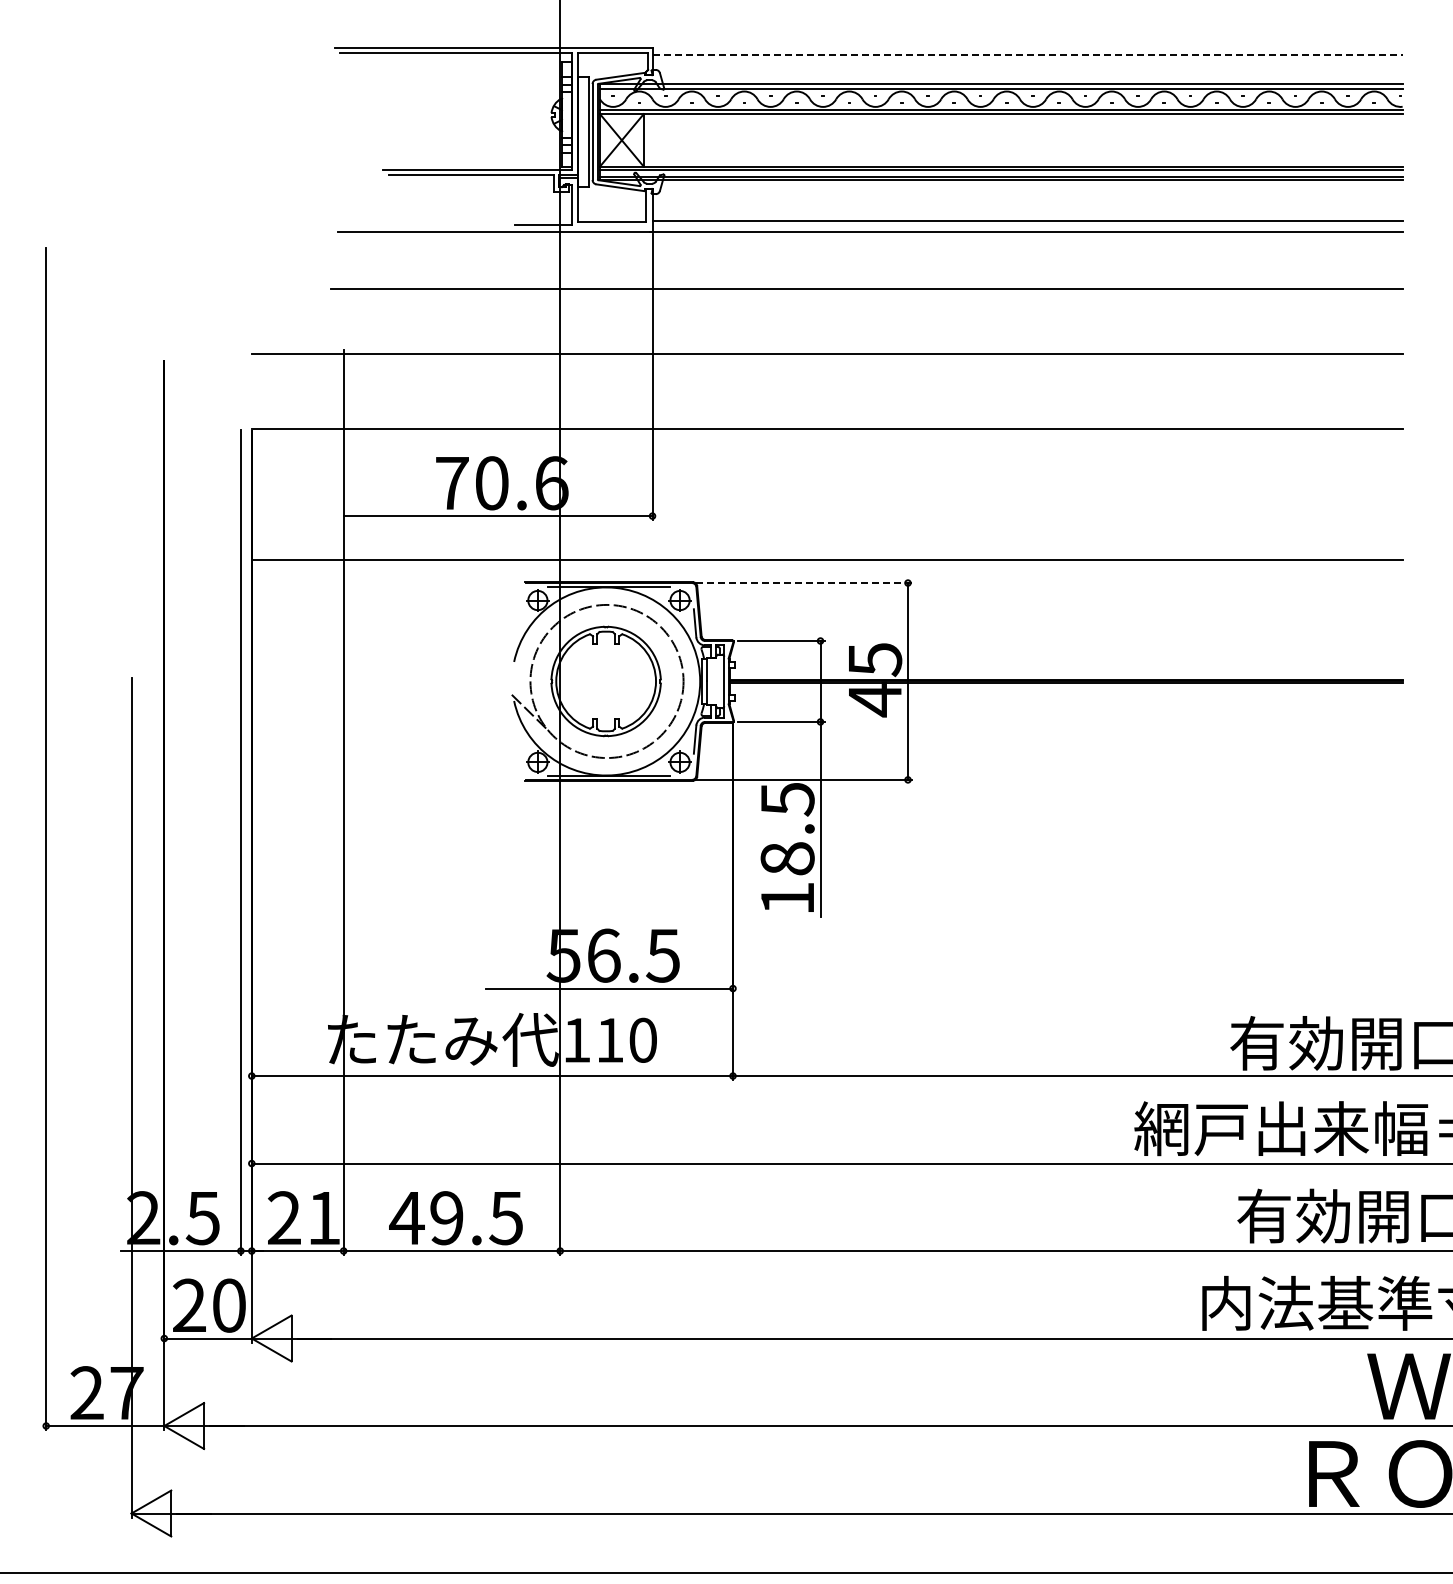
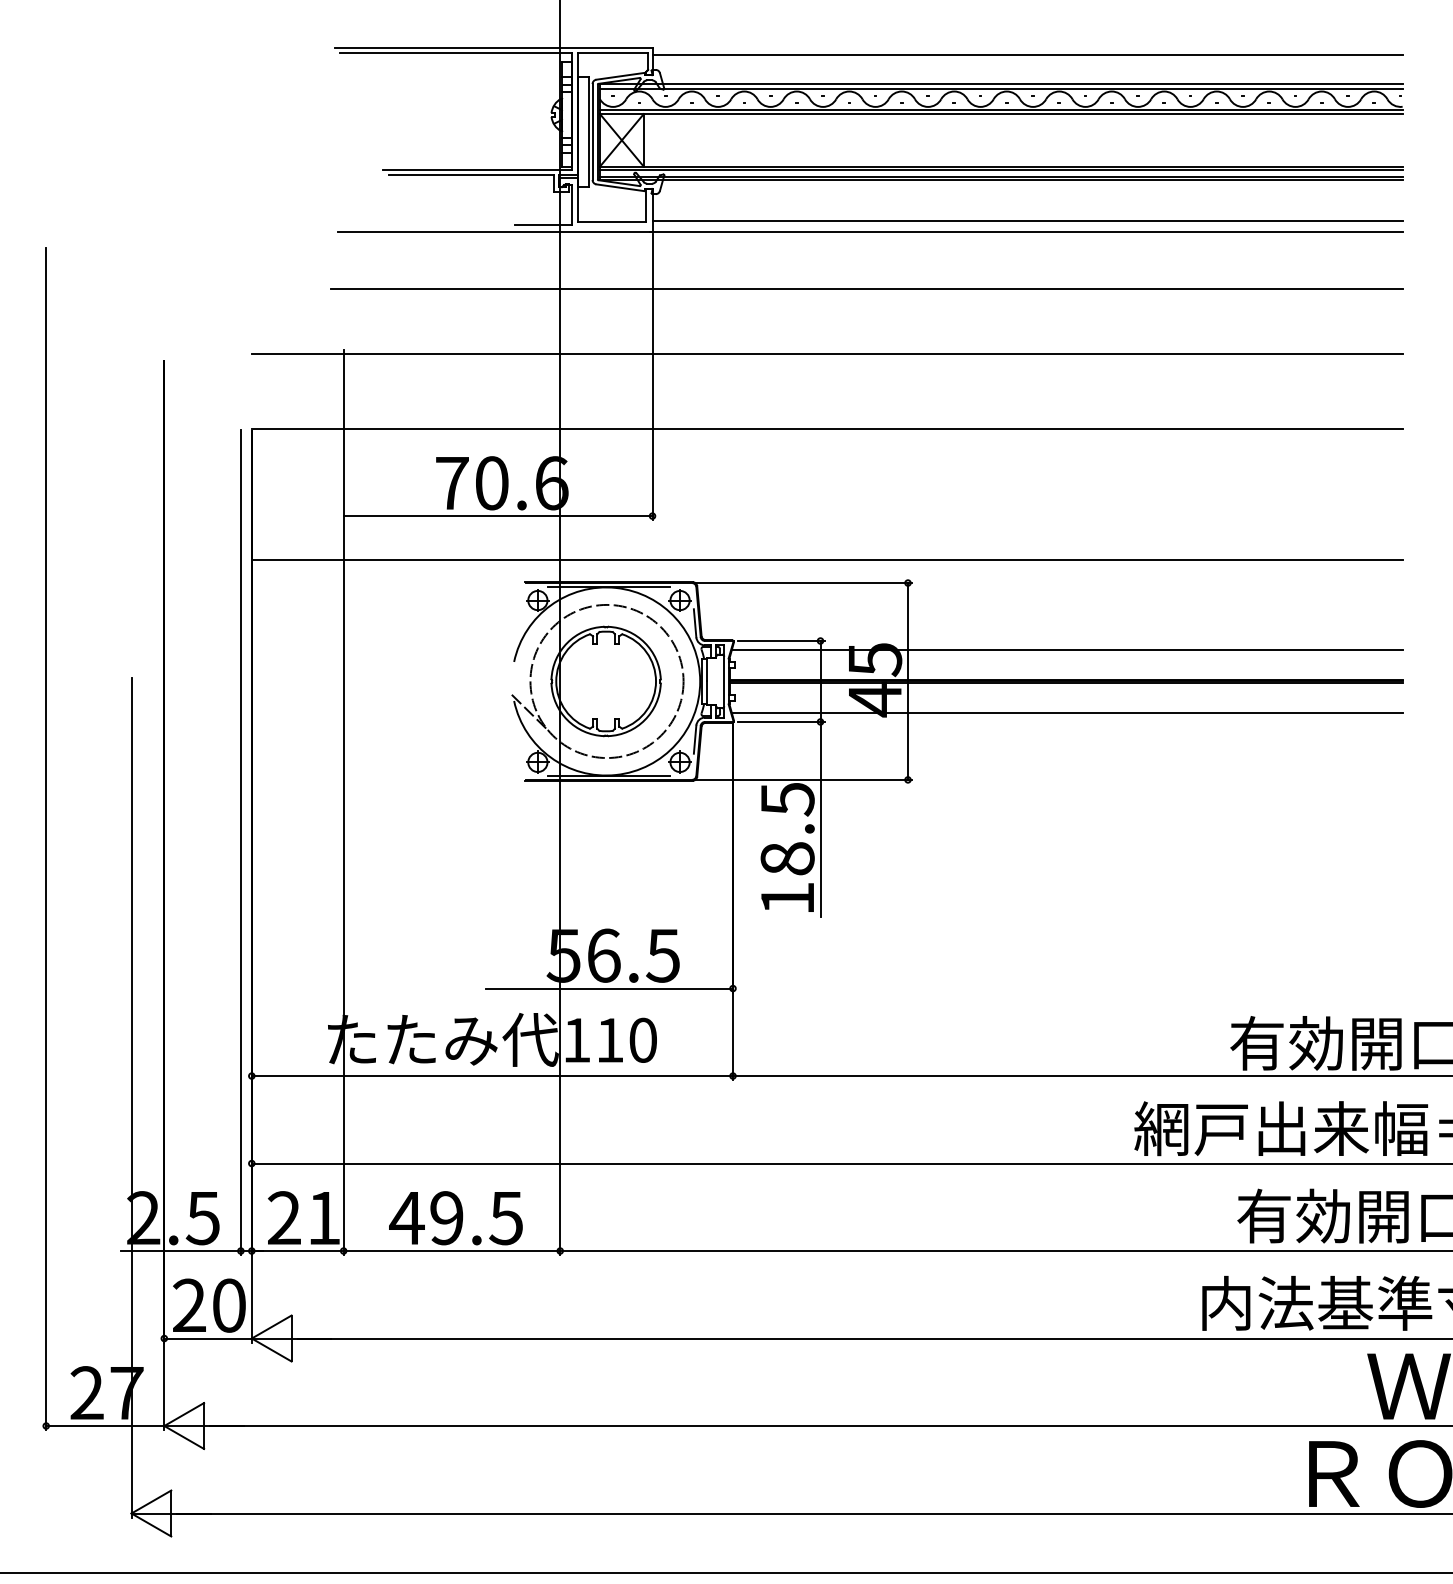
line at (1028, 54): dashed -> solid
line at (804, 583): dashed -> solid
line at (1066, 649): none -> present
line at (1067, 713): none -> present
